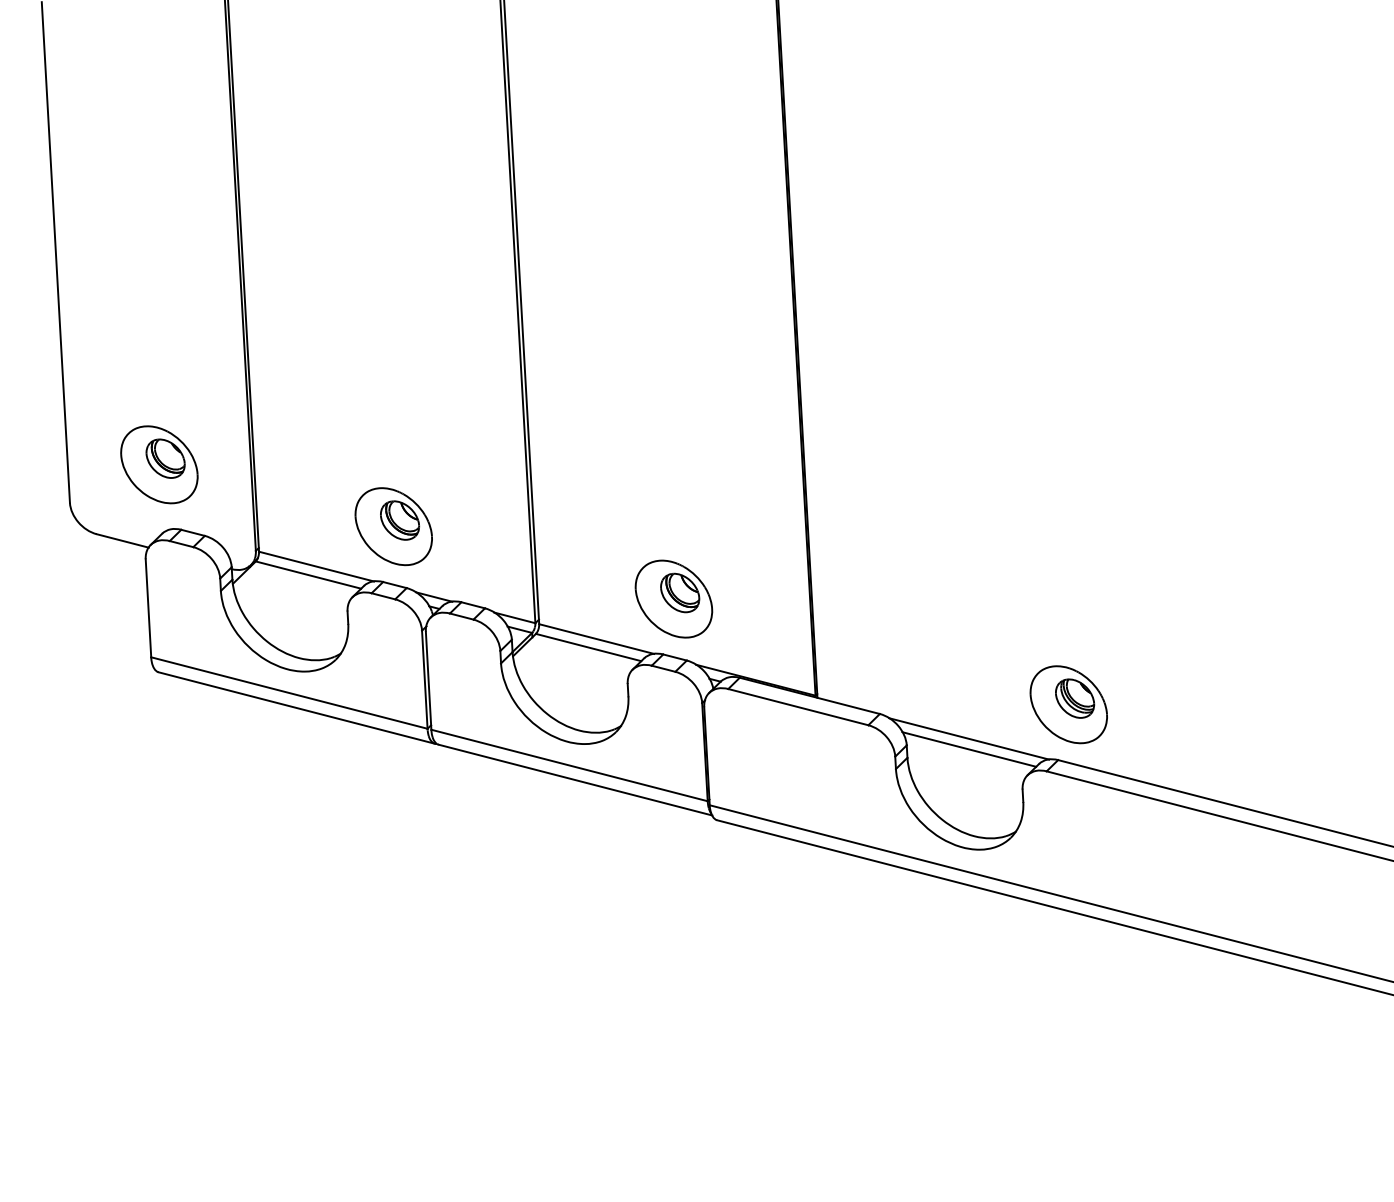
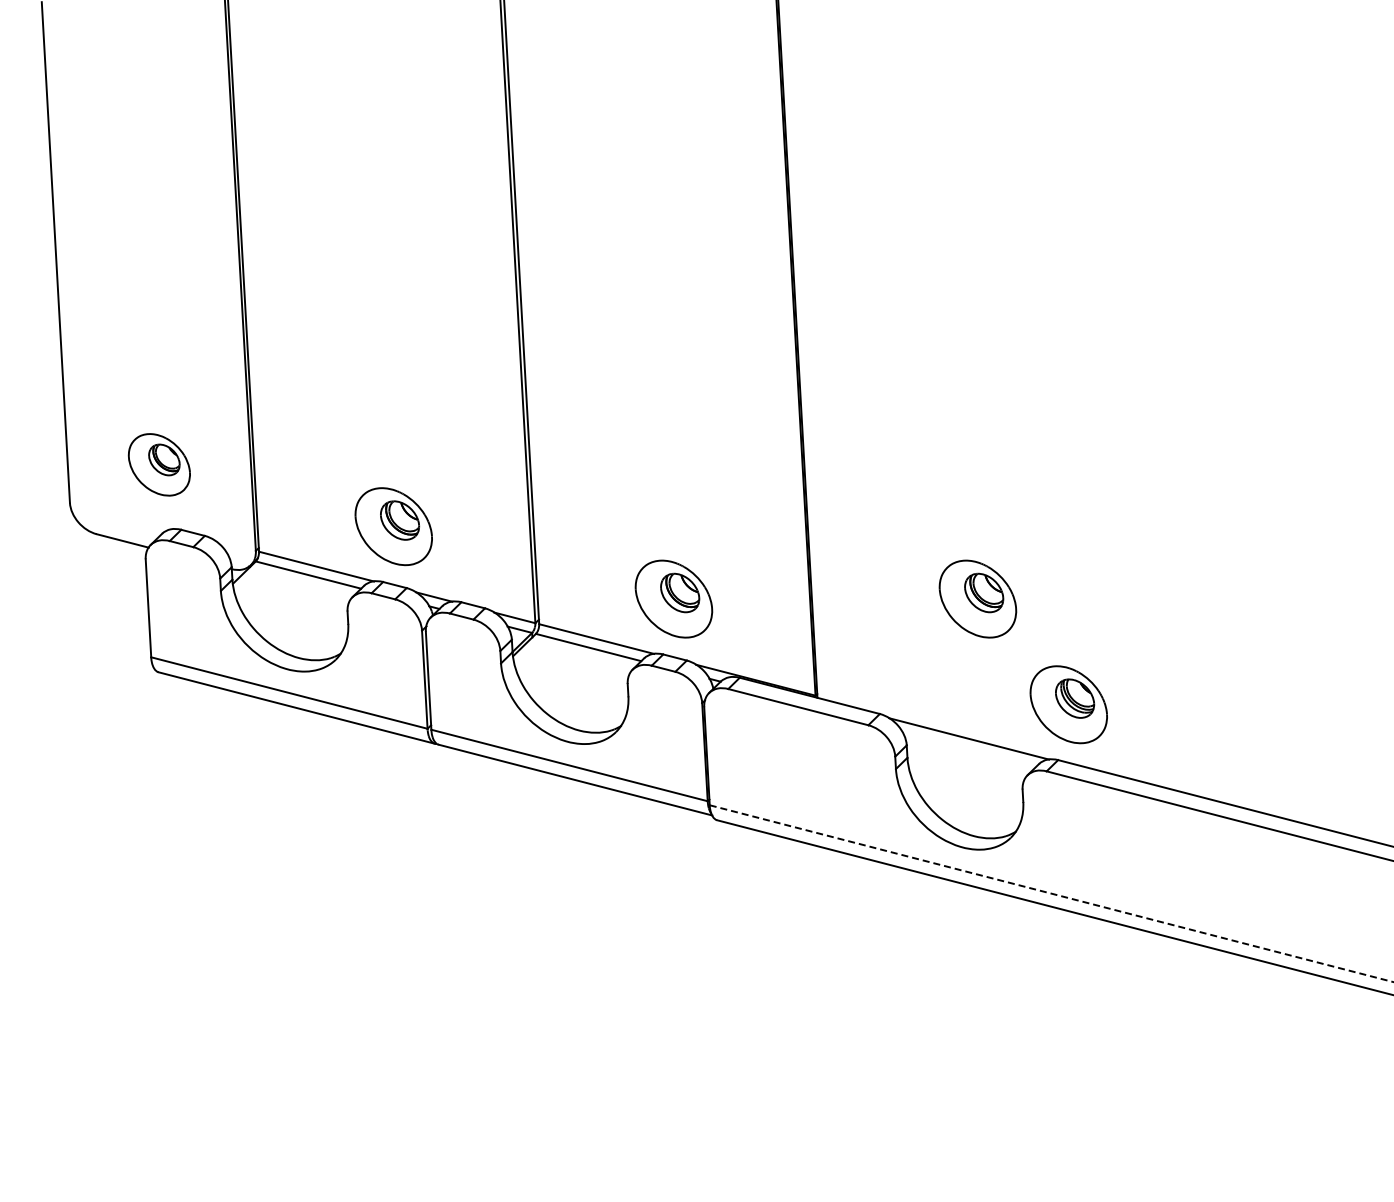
part at (159, 464) size: 79x80 px -> 64x64 px
part at (977, 598): none -> present
line at (969, 749): present -> none
line at (1052, 893): solid -> dashed
